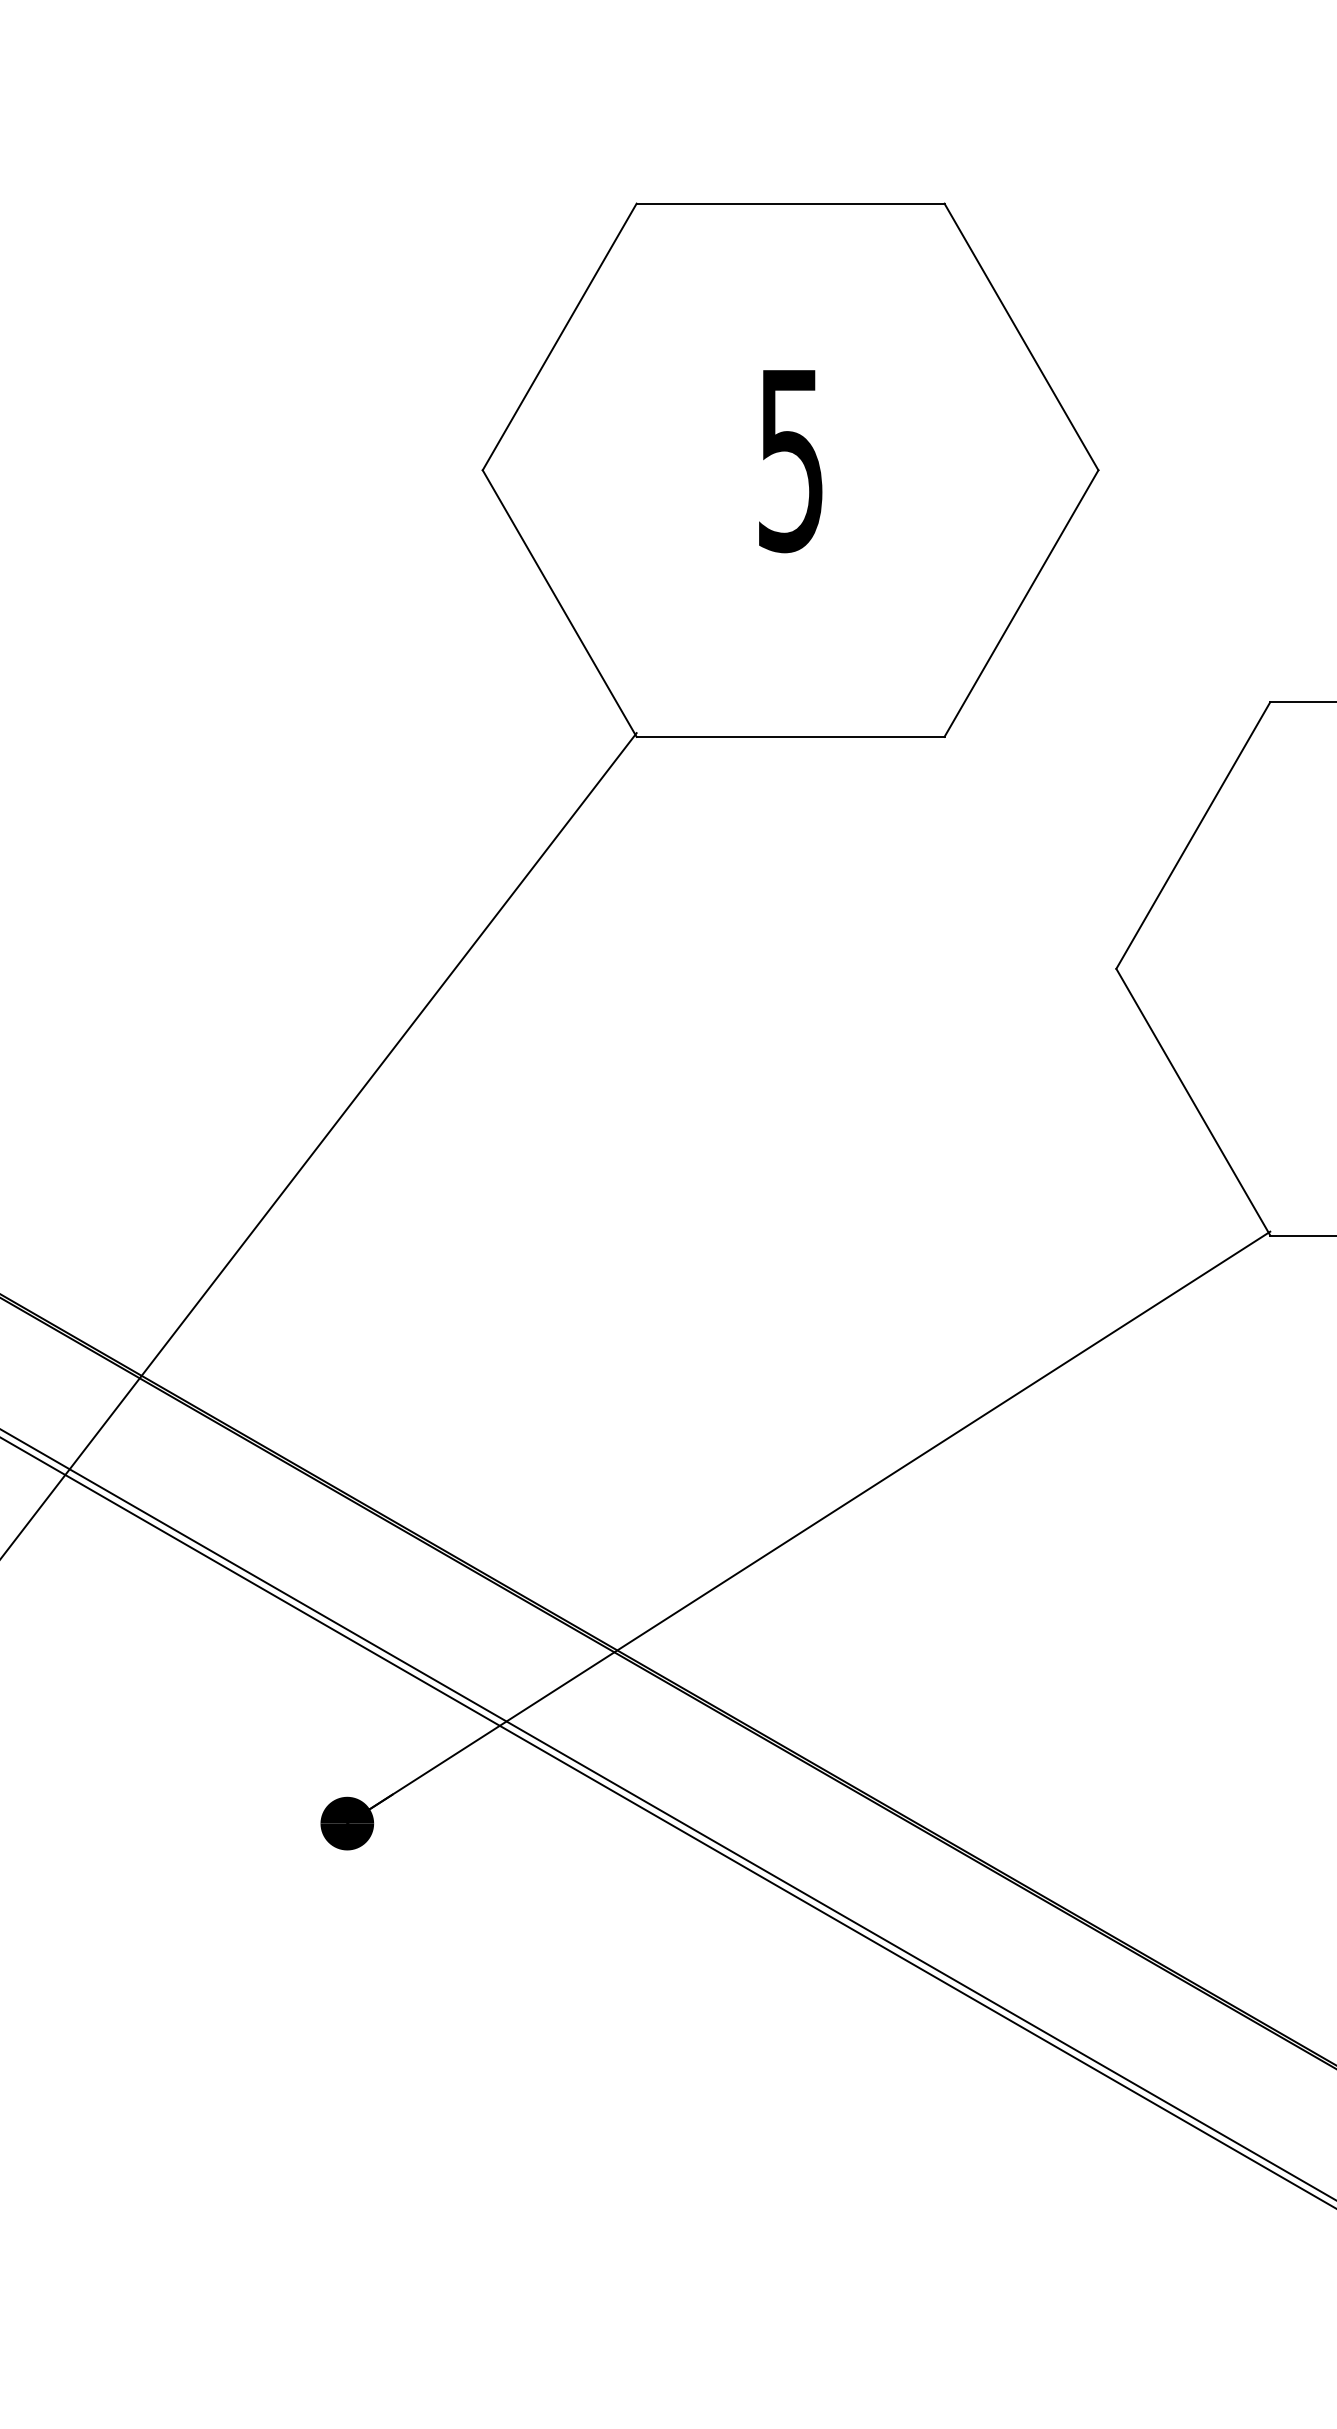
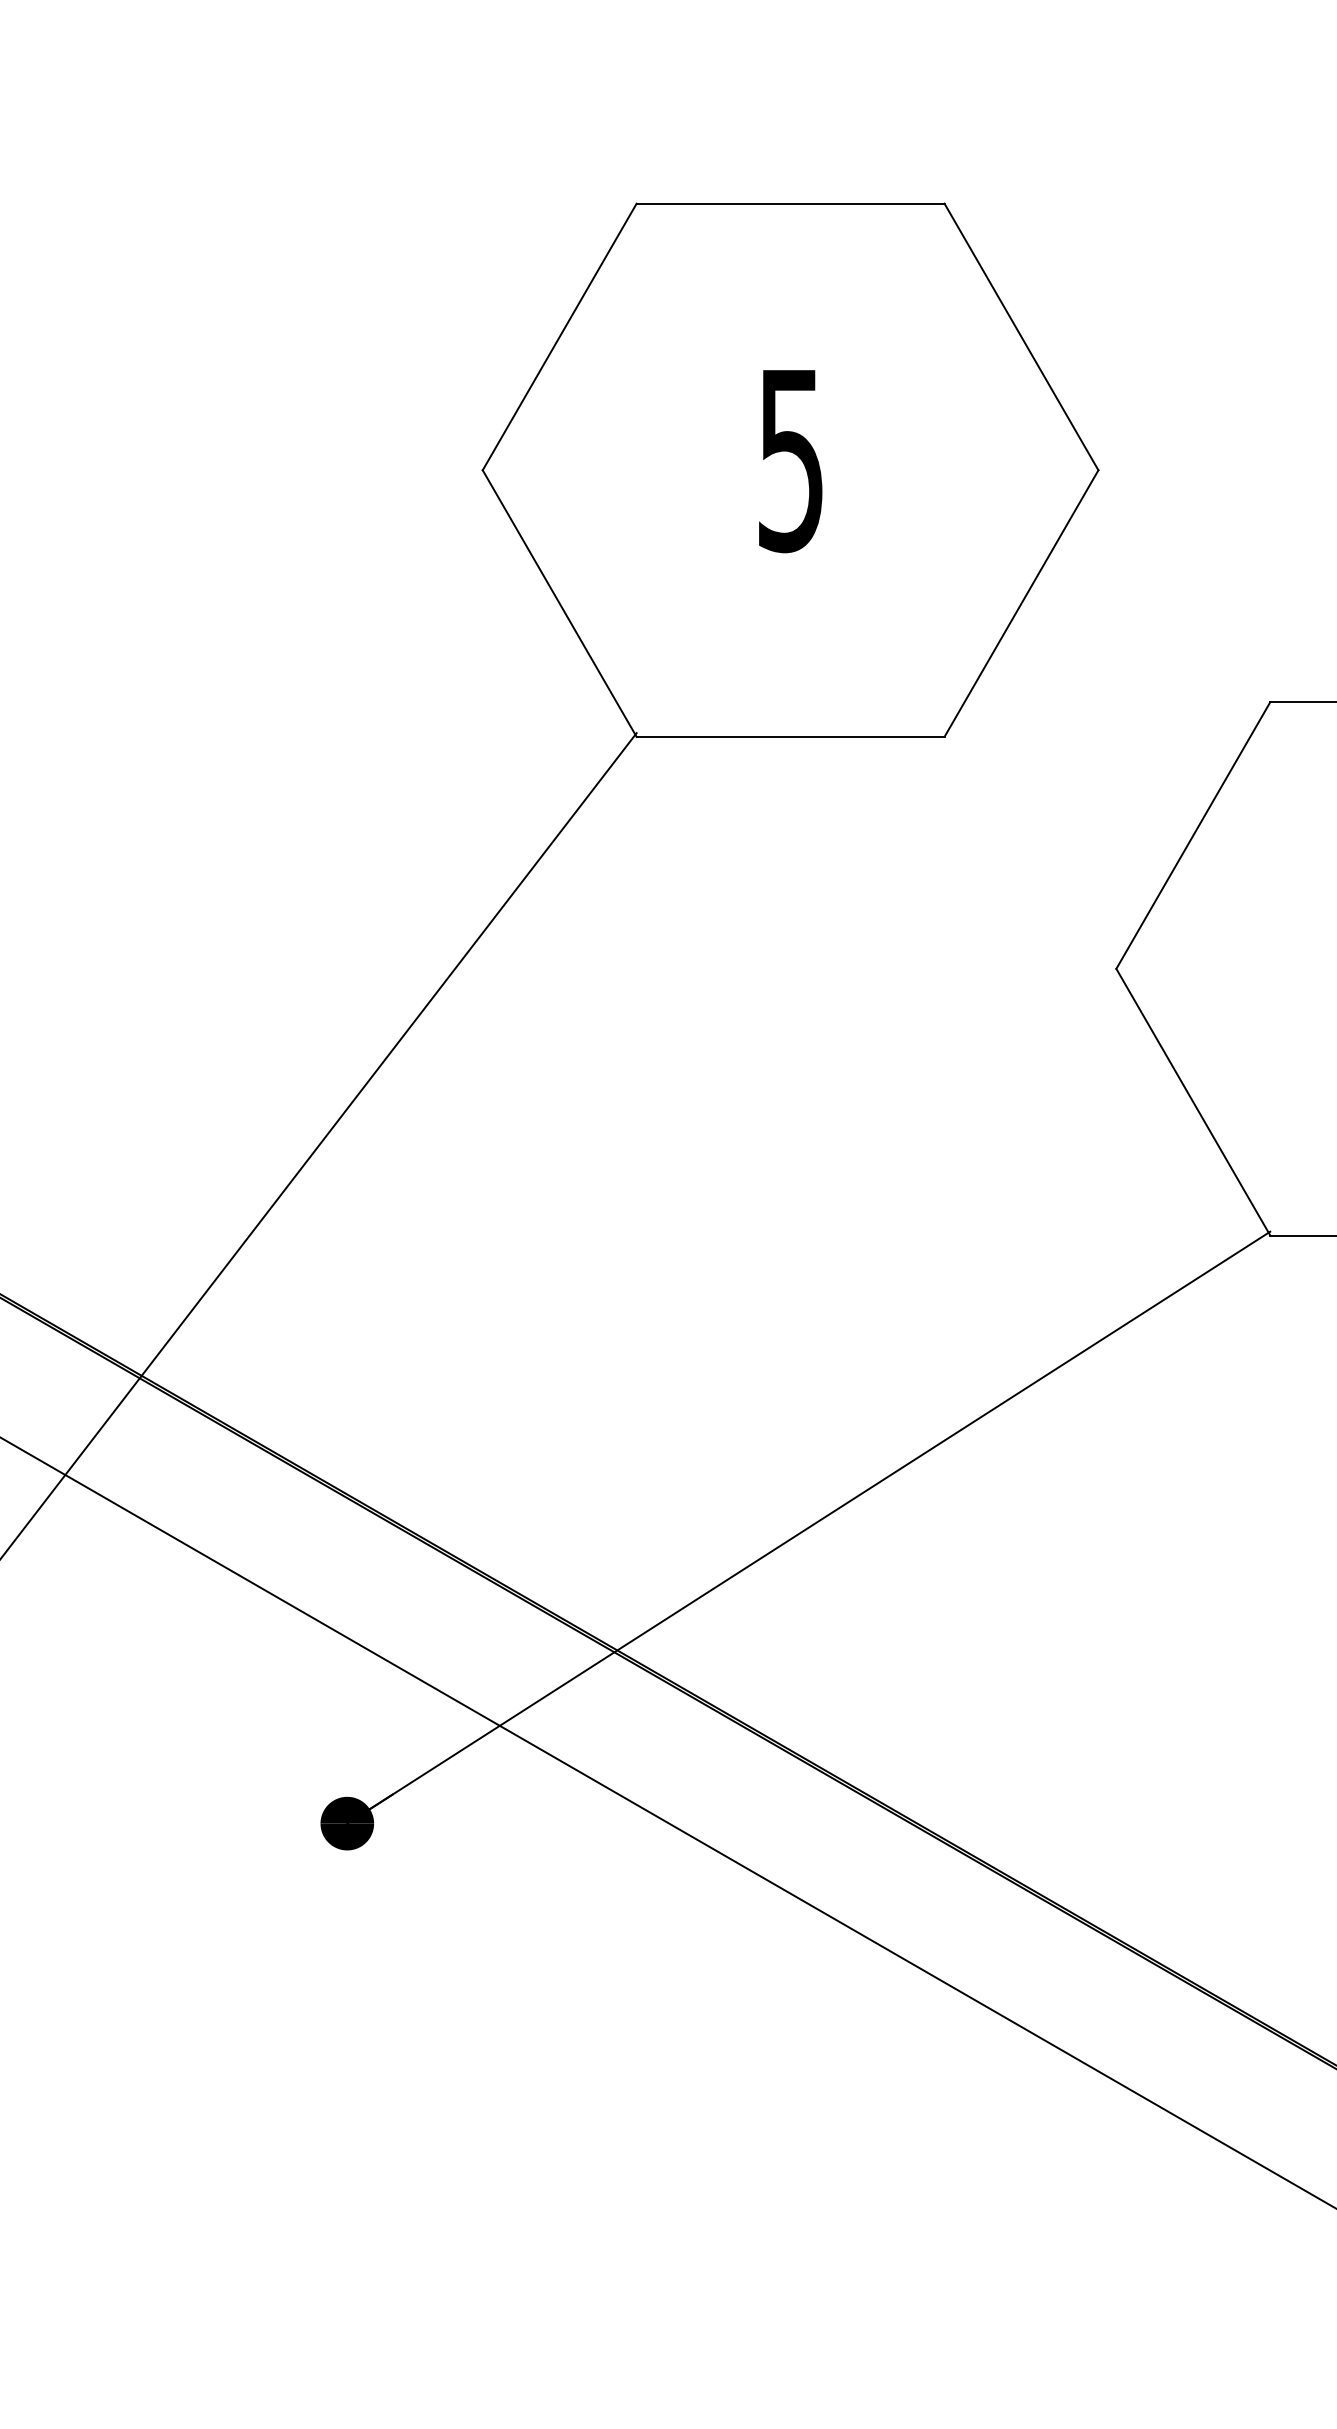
line at (667, 1814): present -> none
